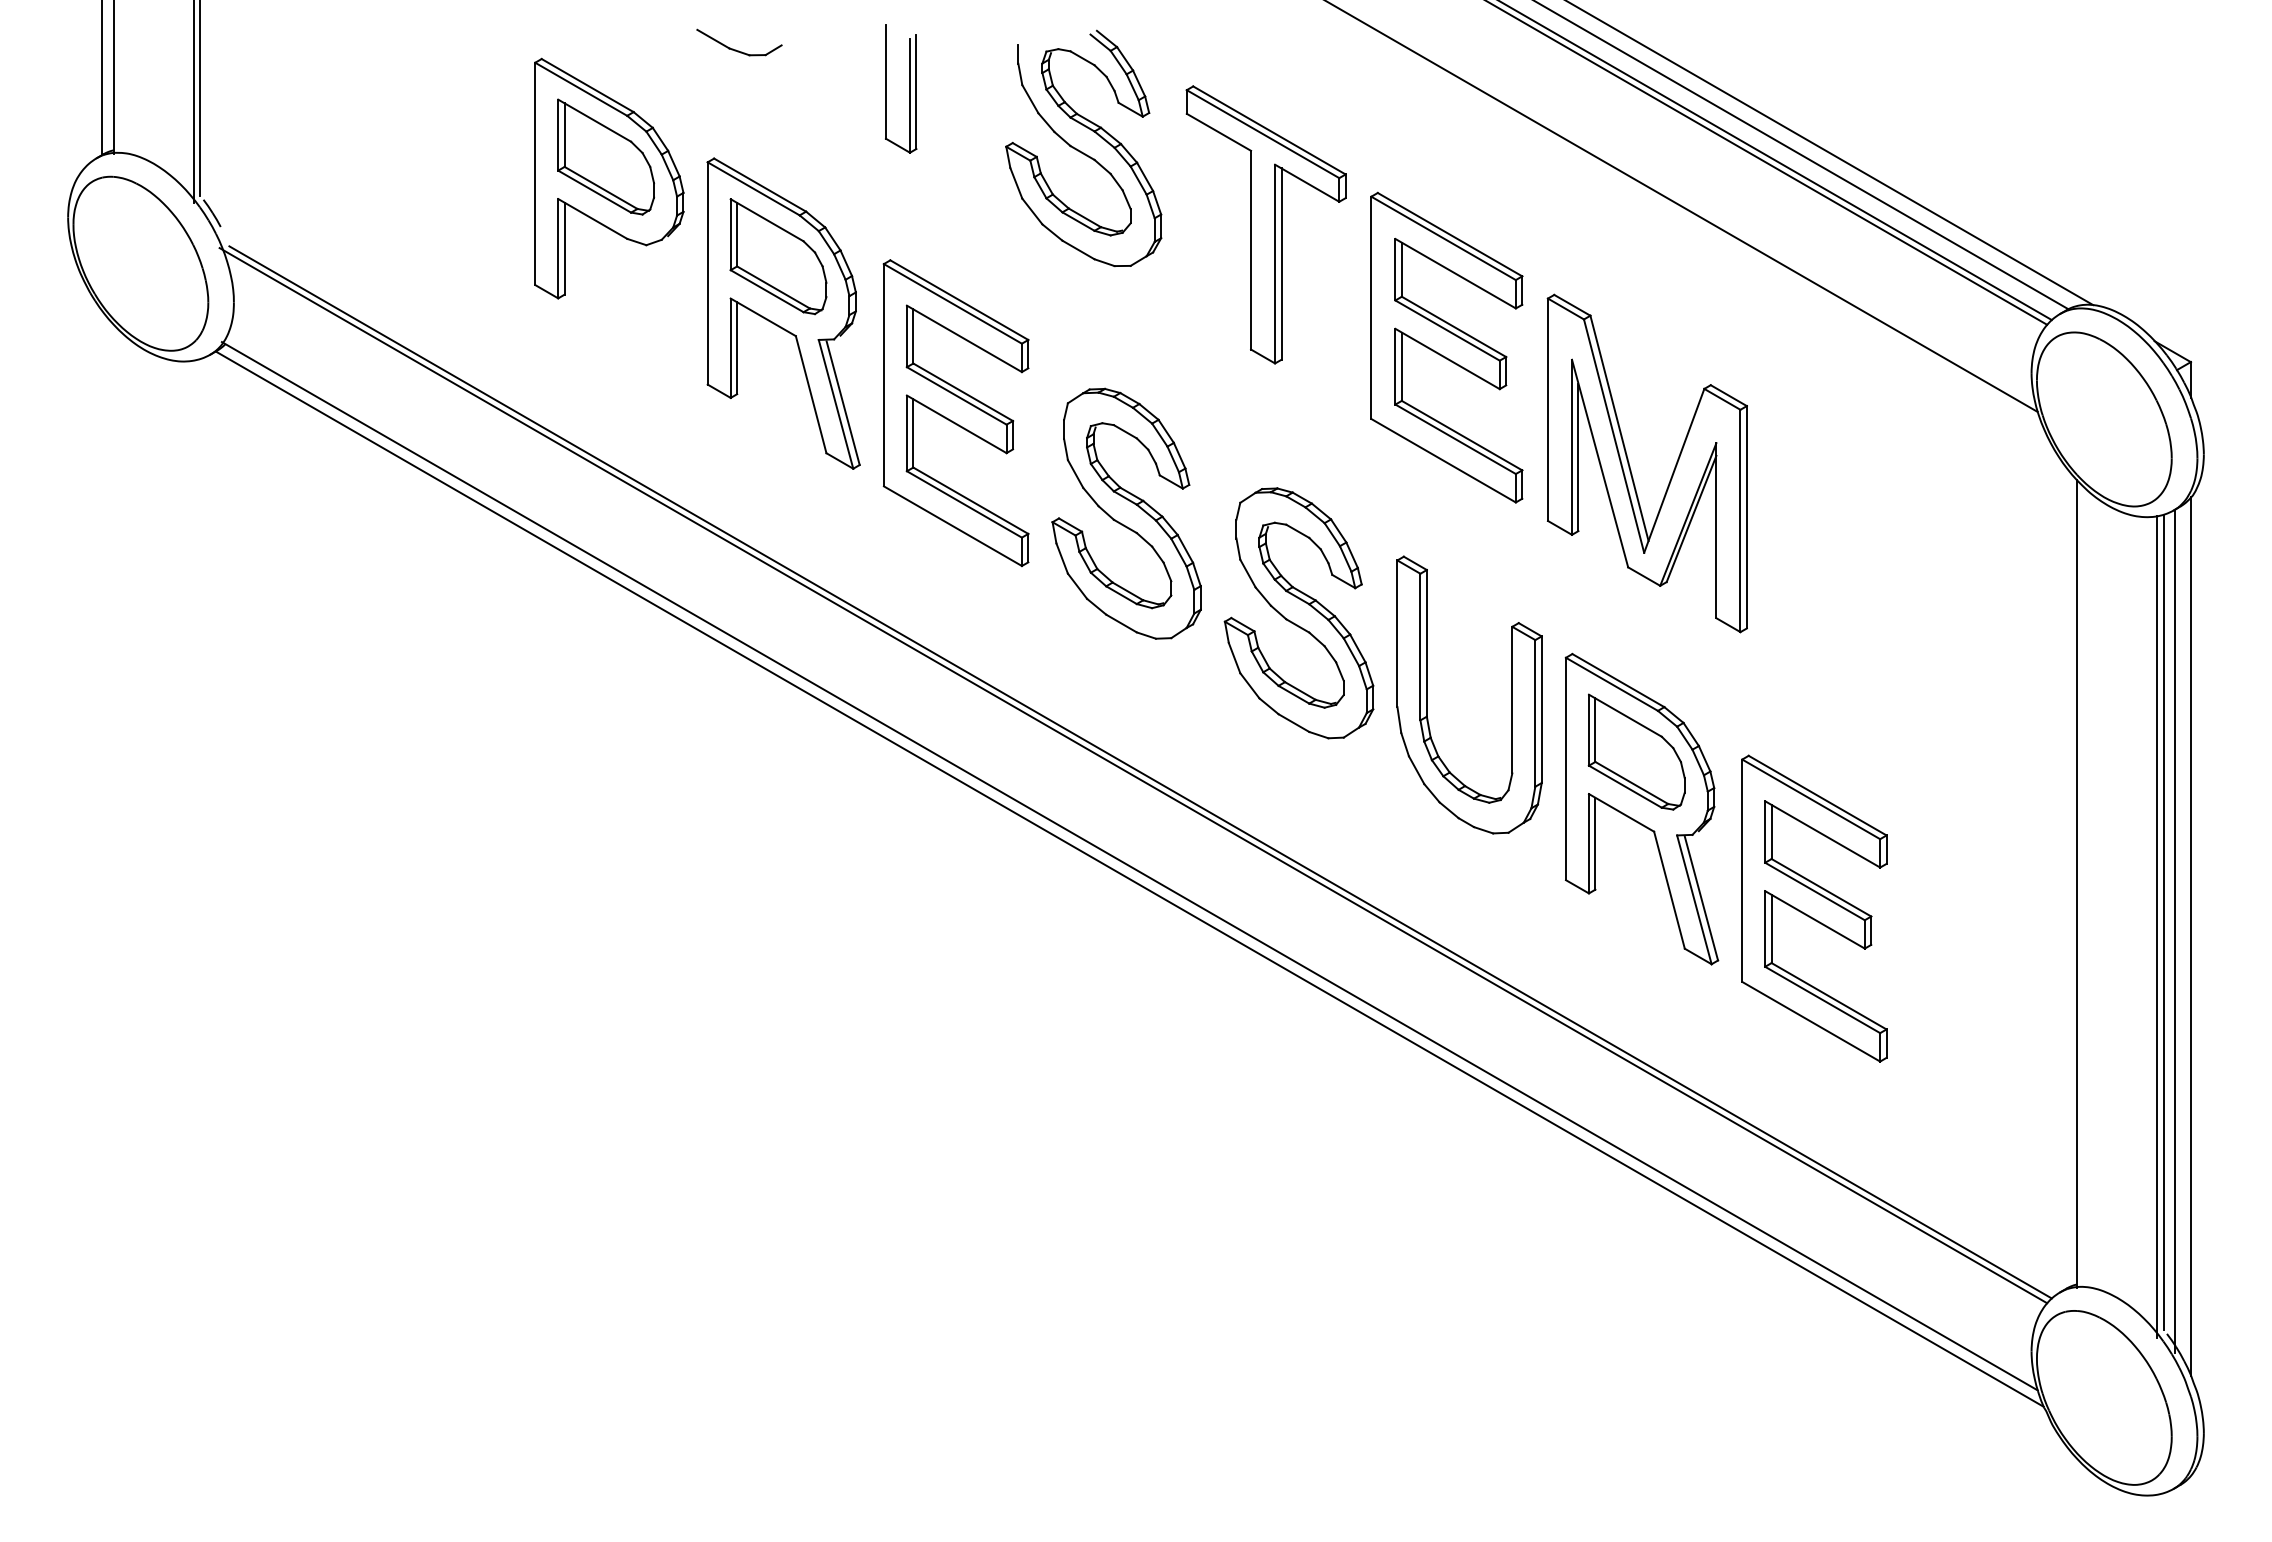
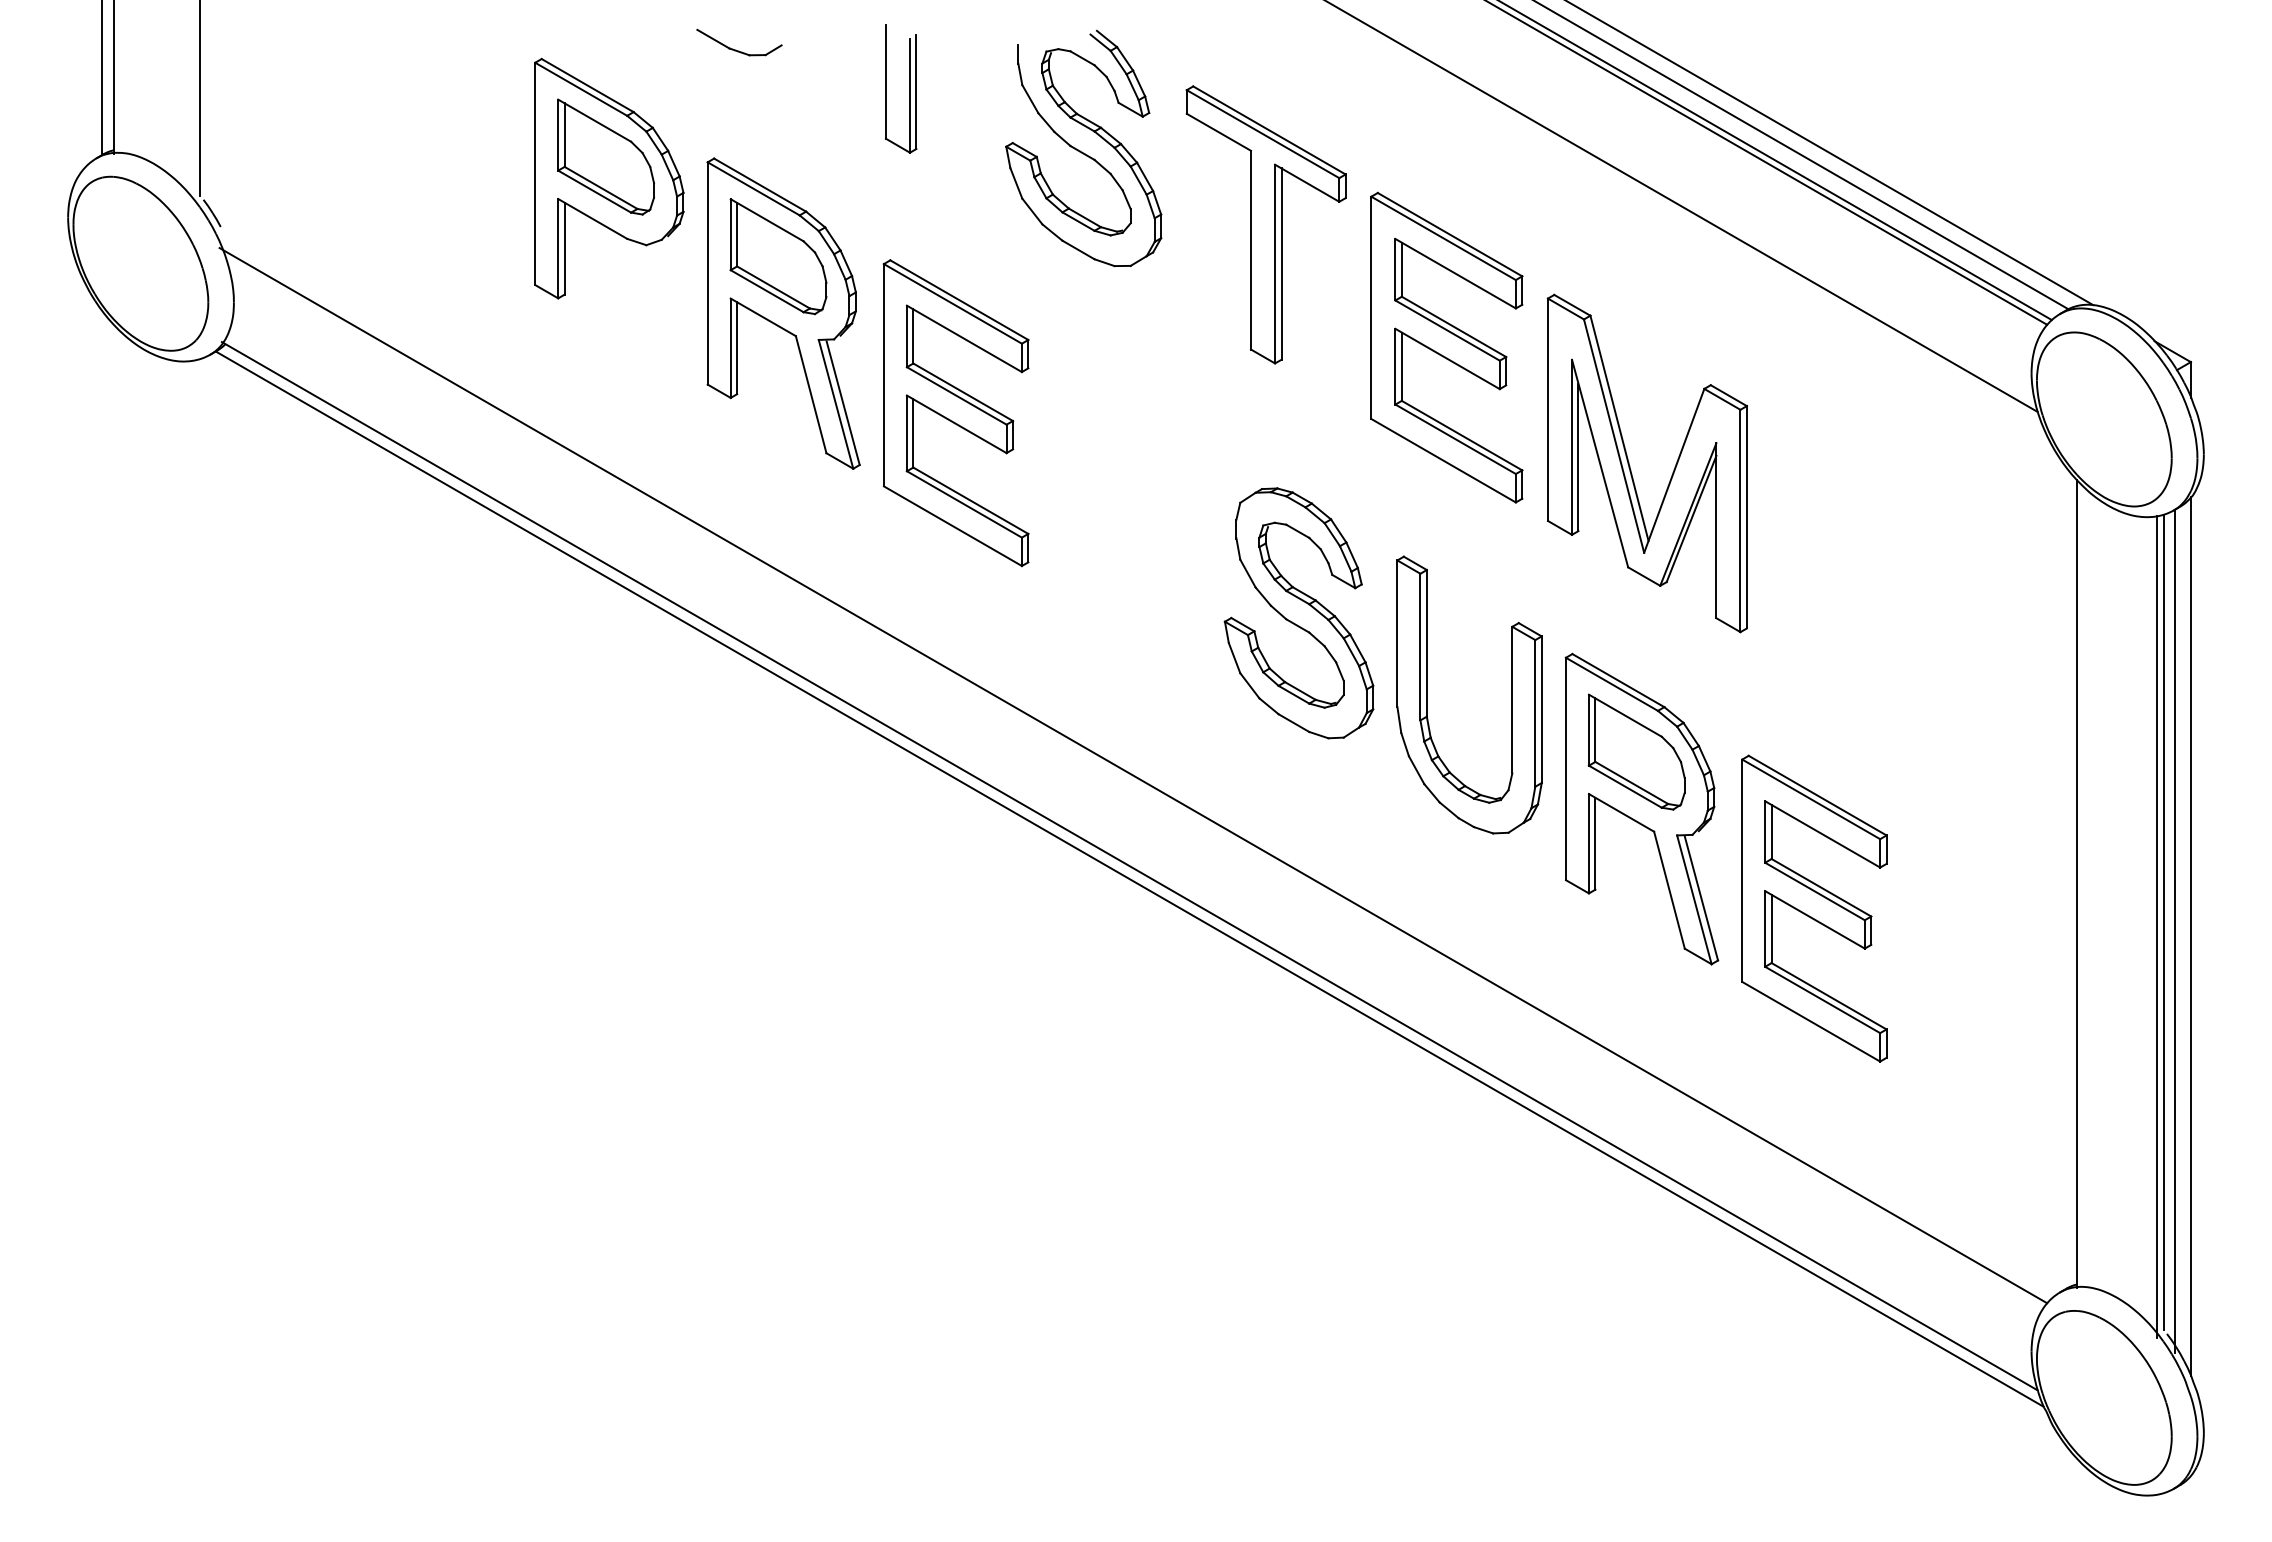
line at (193, 102): present -> none
part at (1126, 513): present -> none
line at (1140, 772): present -> none
